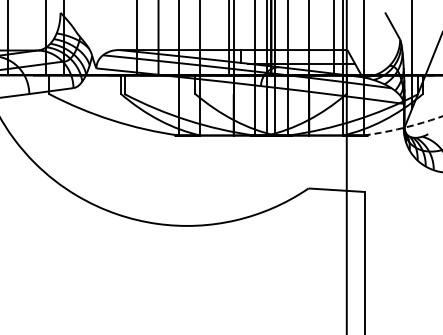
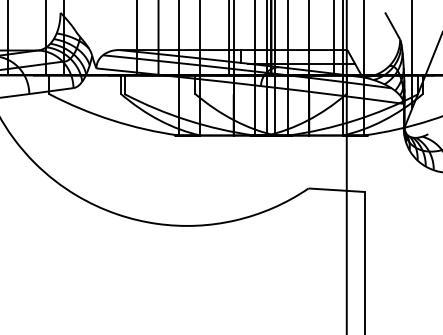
arc at (403, 127): dashed -> solid
